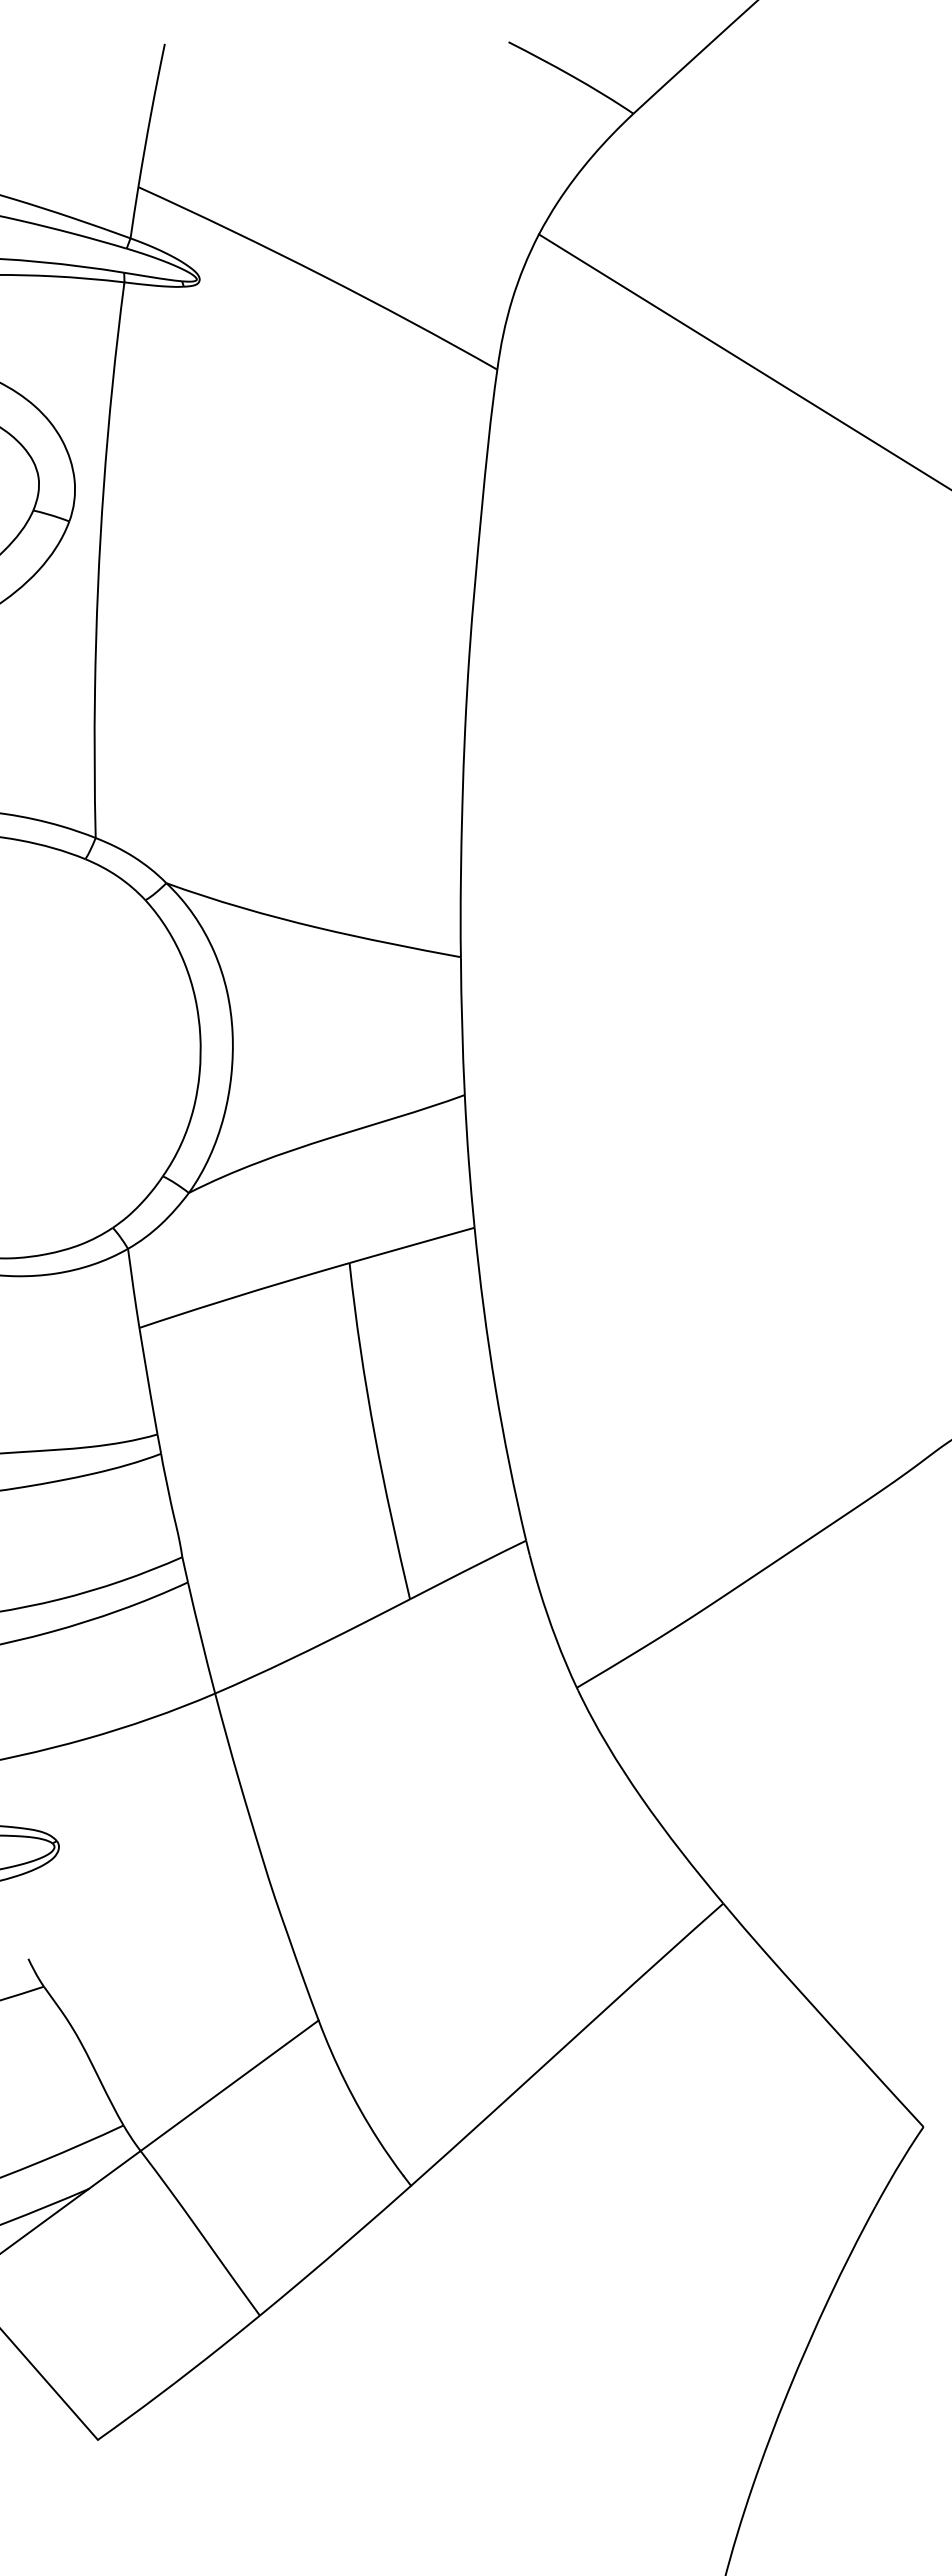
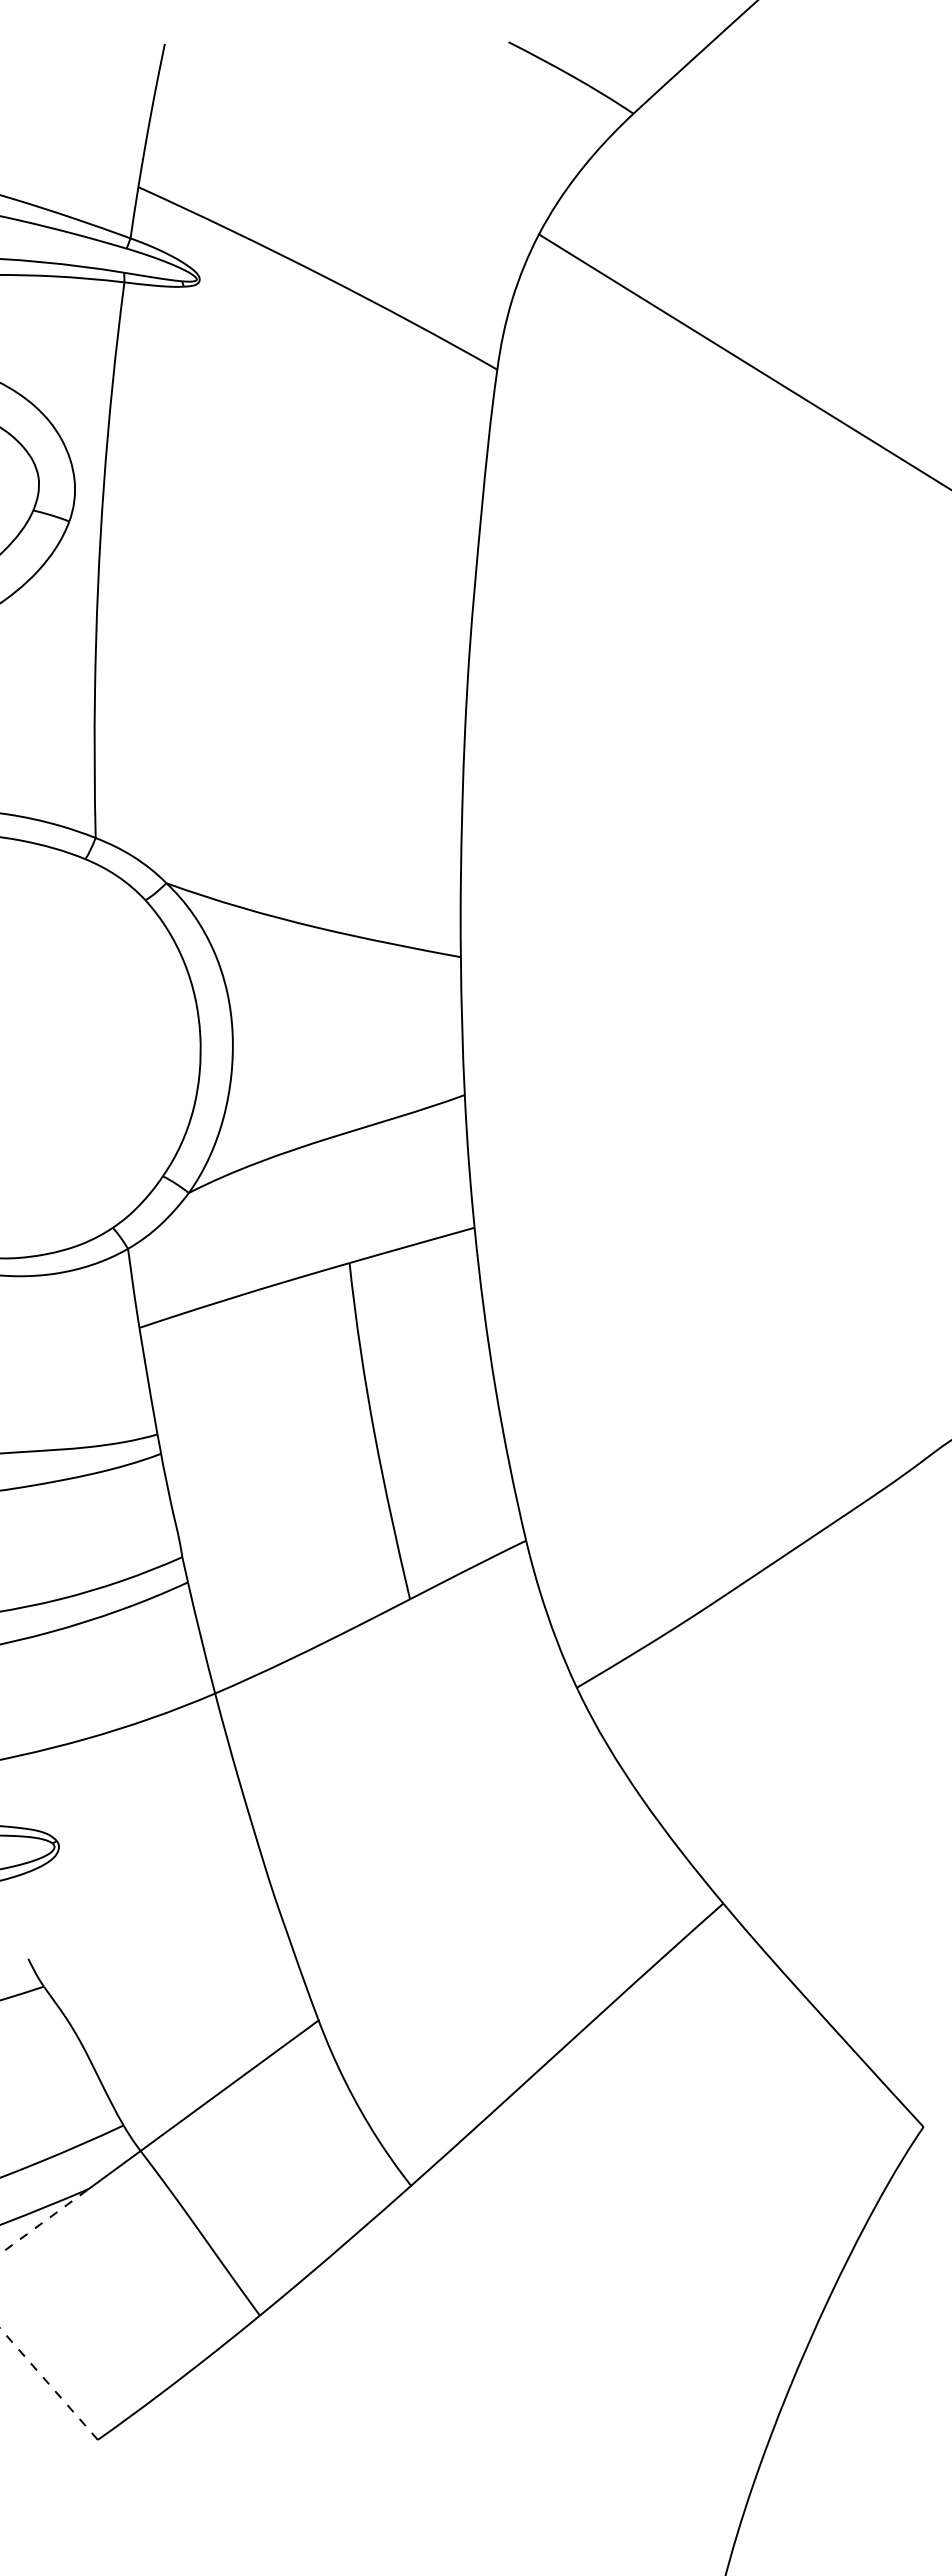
line at (44, 2221): solid -> dashed
line at (48, 2383): solid -> dashed
